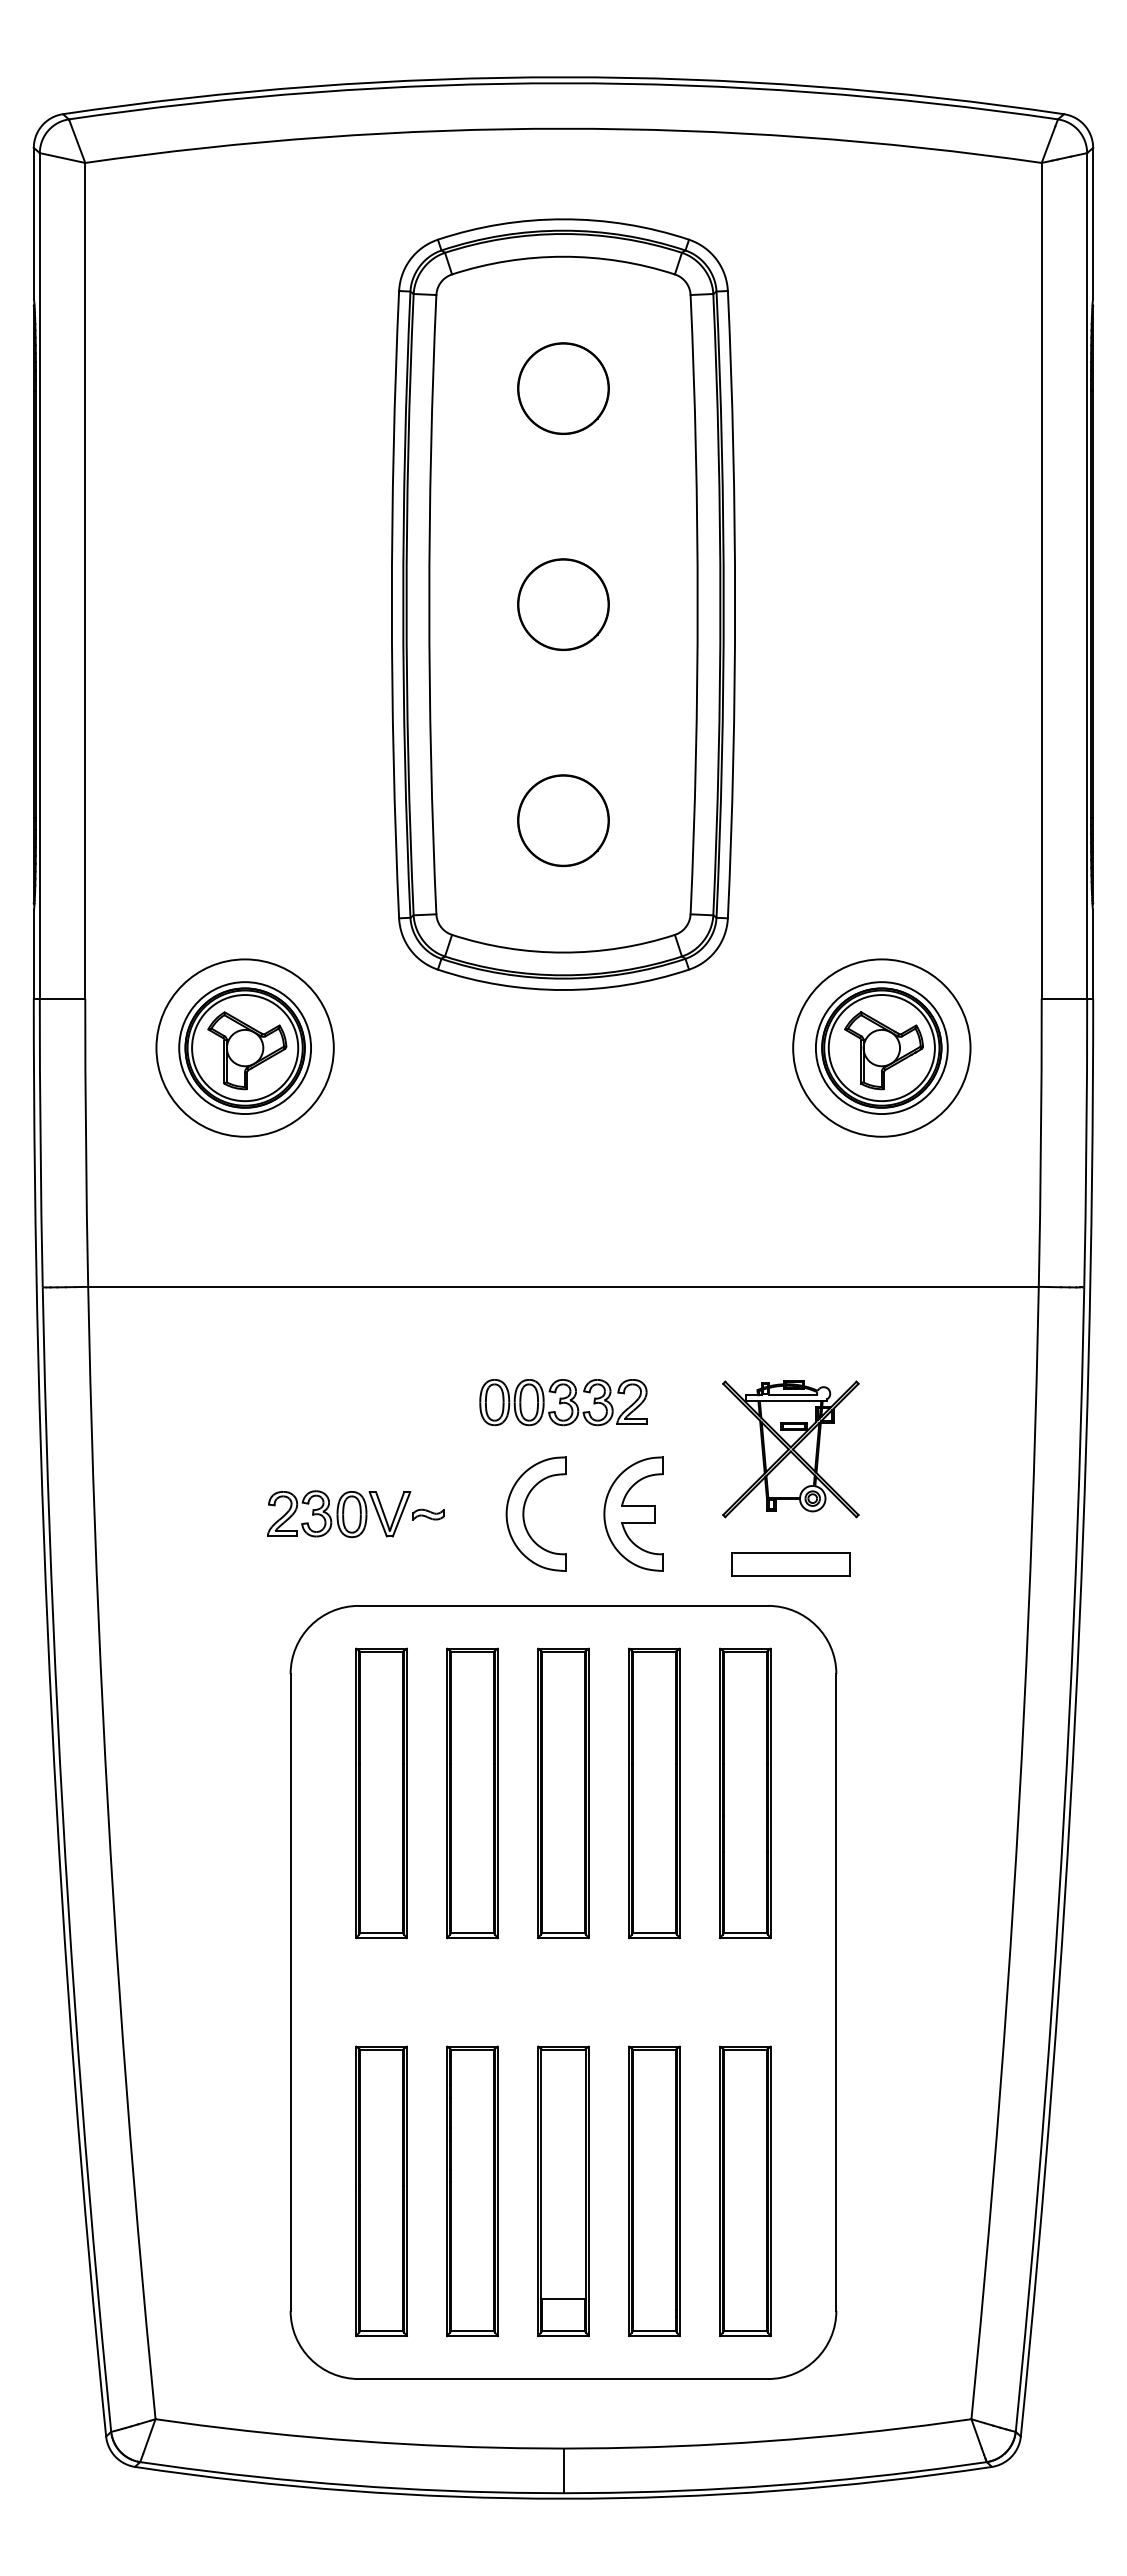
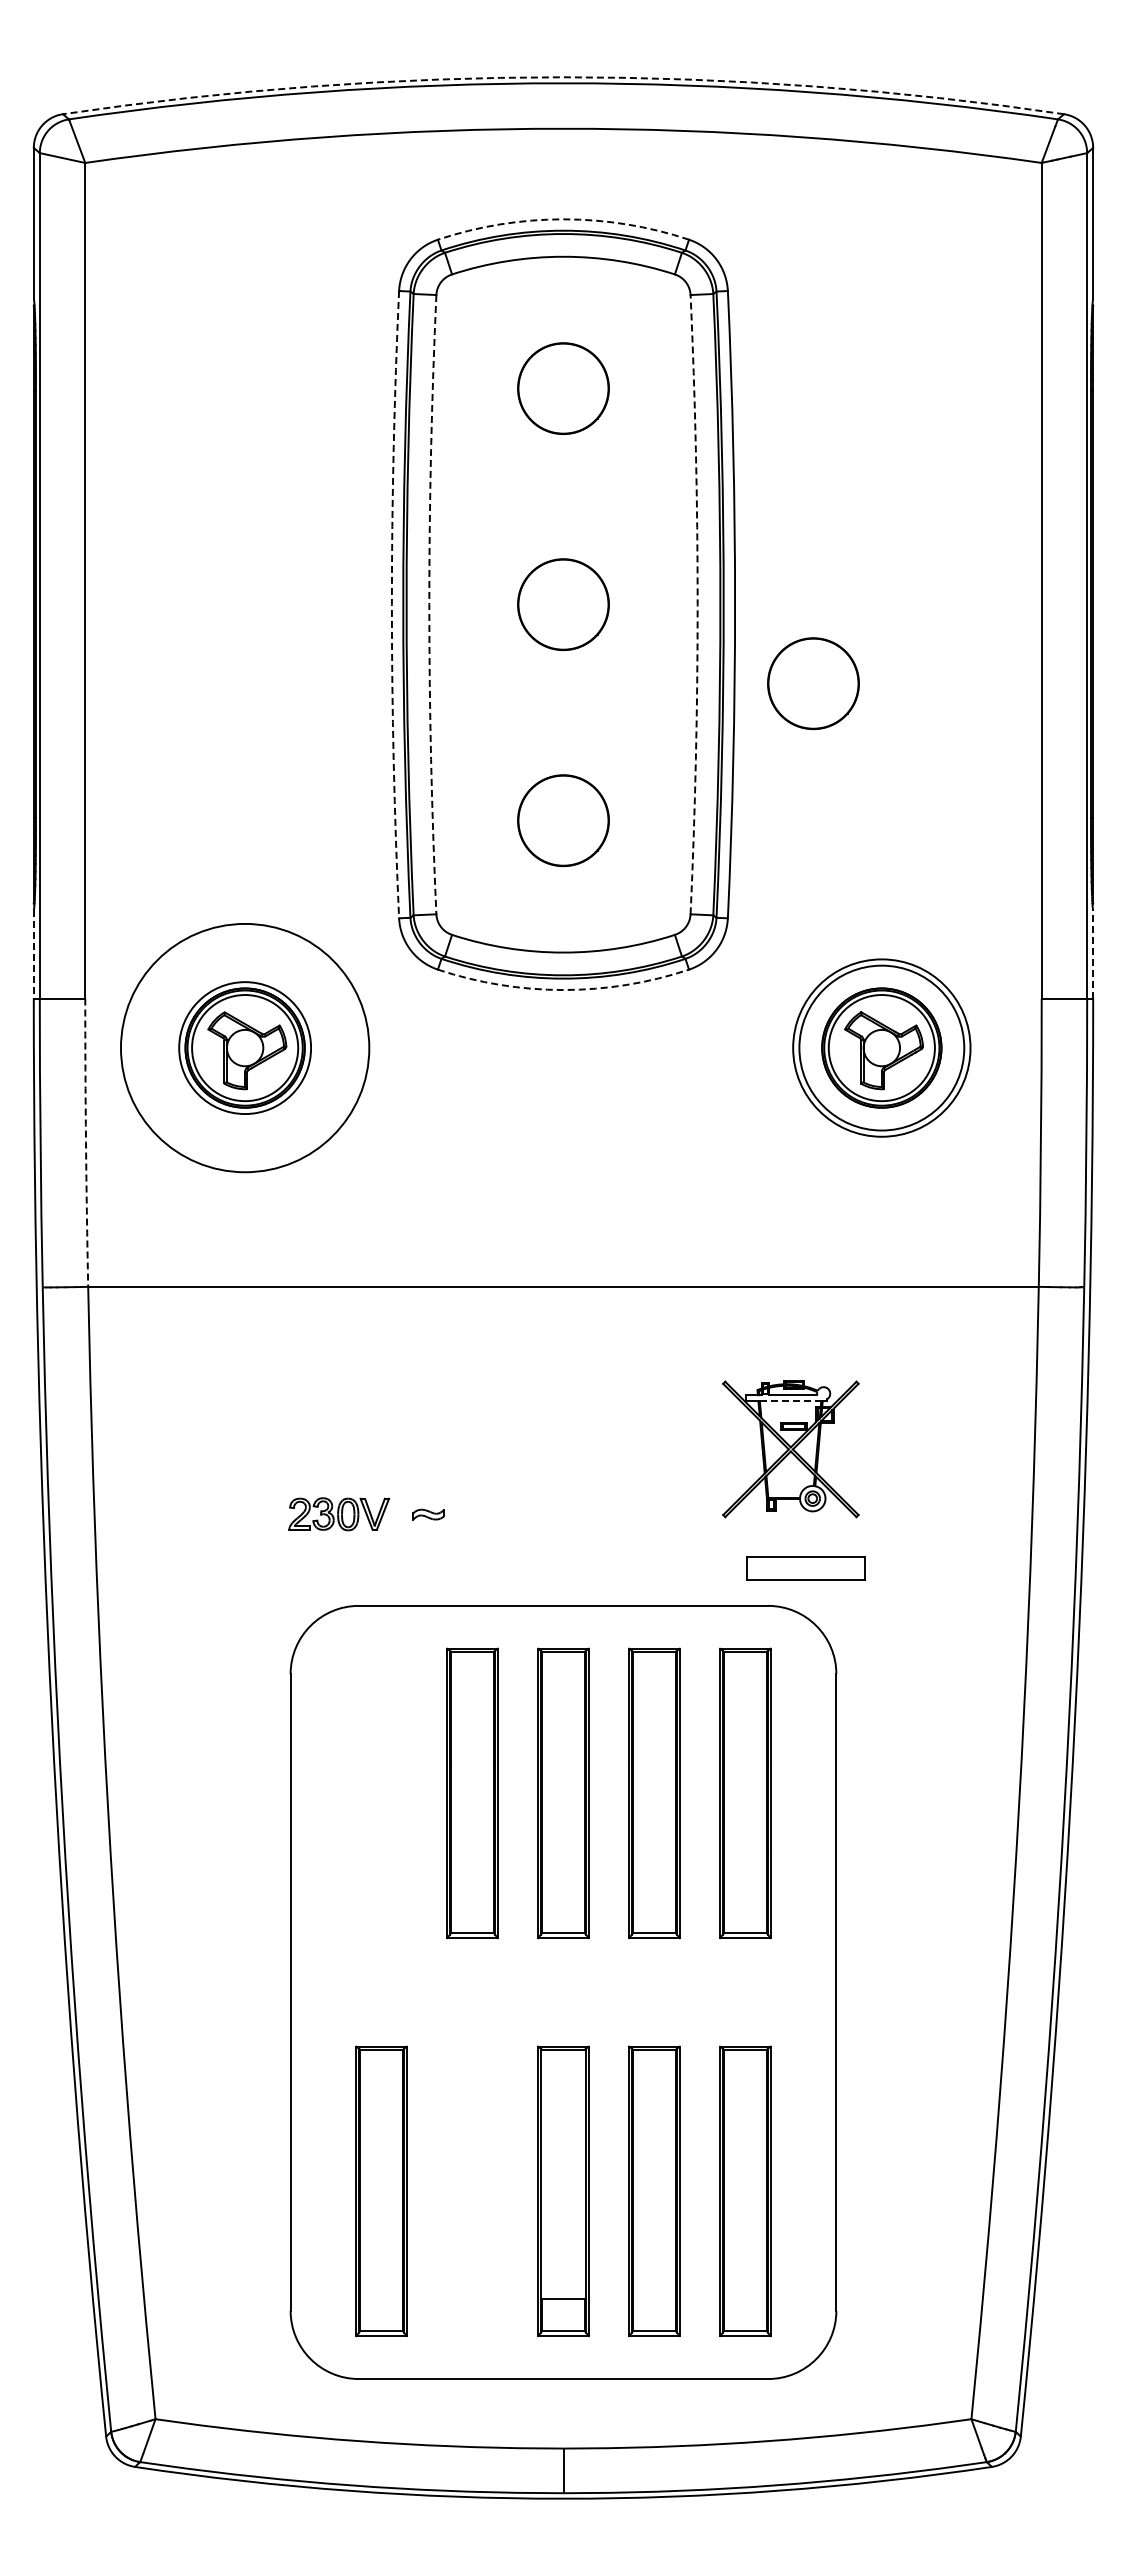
arc at (563, 77): solid -> dashed
arc at (563, 219): solid -> dashed
arc at (391, 604): solid -> dashed
arc at (429, 604): solid -> dashed
arc at (697, 604): solid -> dashed
part at (813, 683): none -> present
line at (1093, 953): solid -> dashed
line at (33, 954): solid -> dashed
arc at (563, 990): solid -> dashed
circle at (244, 1047) diameter: 177 px -> 248 px
circle at (881, 1048) diameter: 132 px -> 165 px
arc at (86, 1142): solid -> dashed
line at (790, 1401): solid -> dashed
part at (563, 1402): present -> none
part at (524, 1513): present -> none
part at (633, 1513): present -> none
part at (339, 1514) size: 145x49 px -> 102x35 px
part at (790, 1564) position: (790, 1564) -> (805, 1568)
part at (381, 1793): present -> none
part at (472, 2191): present -> none
